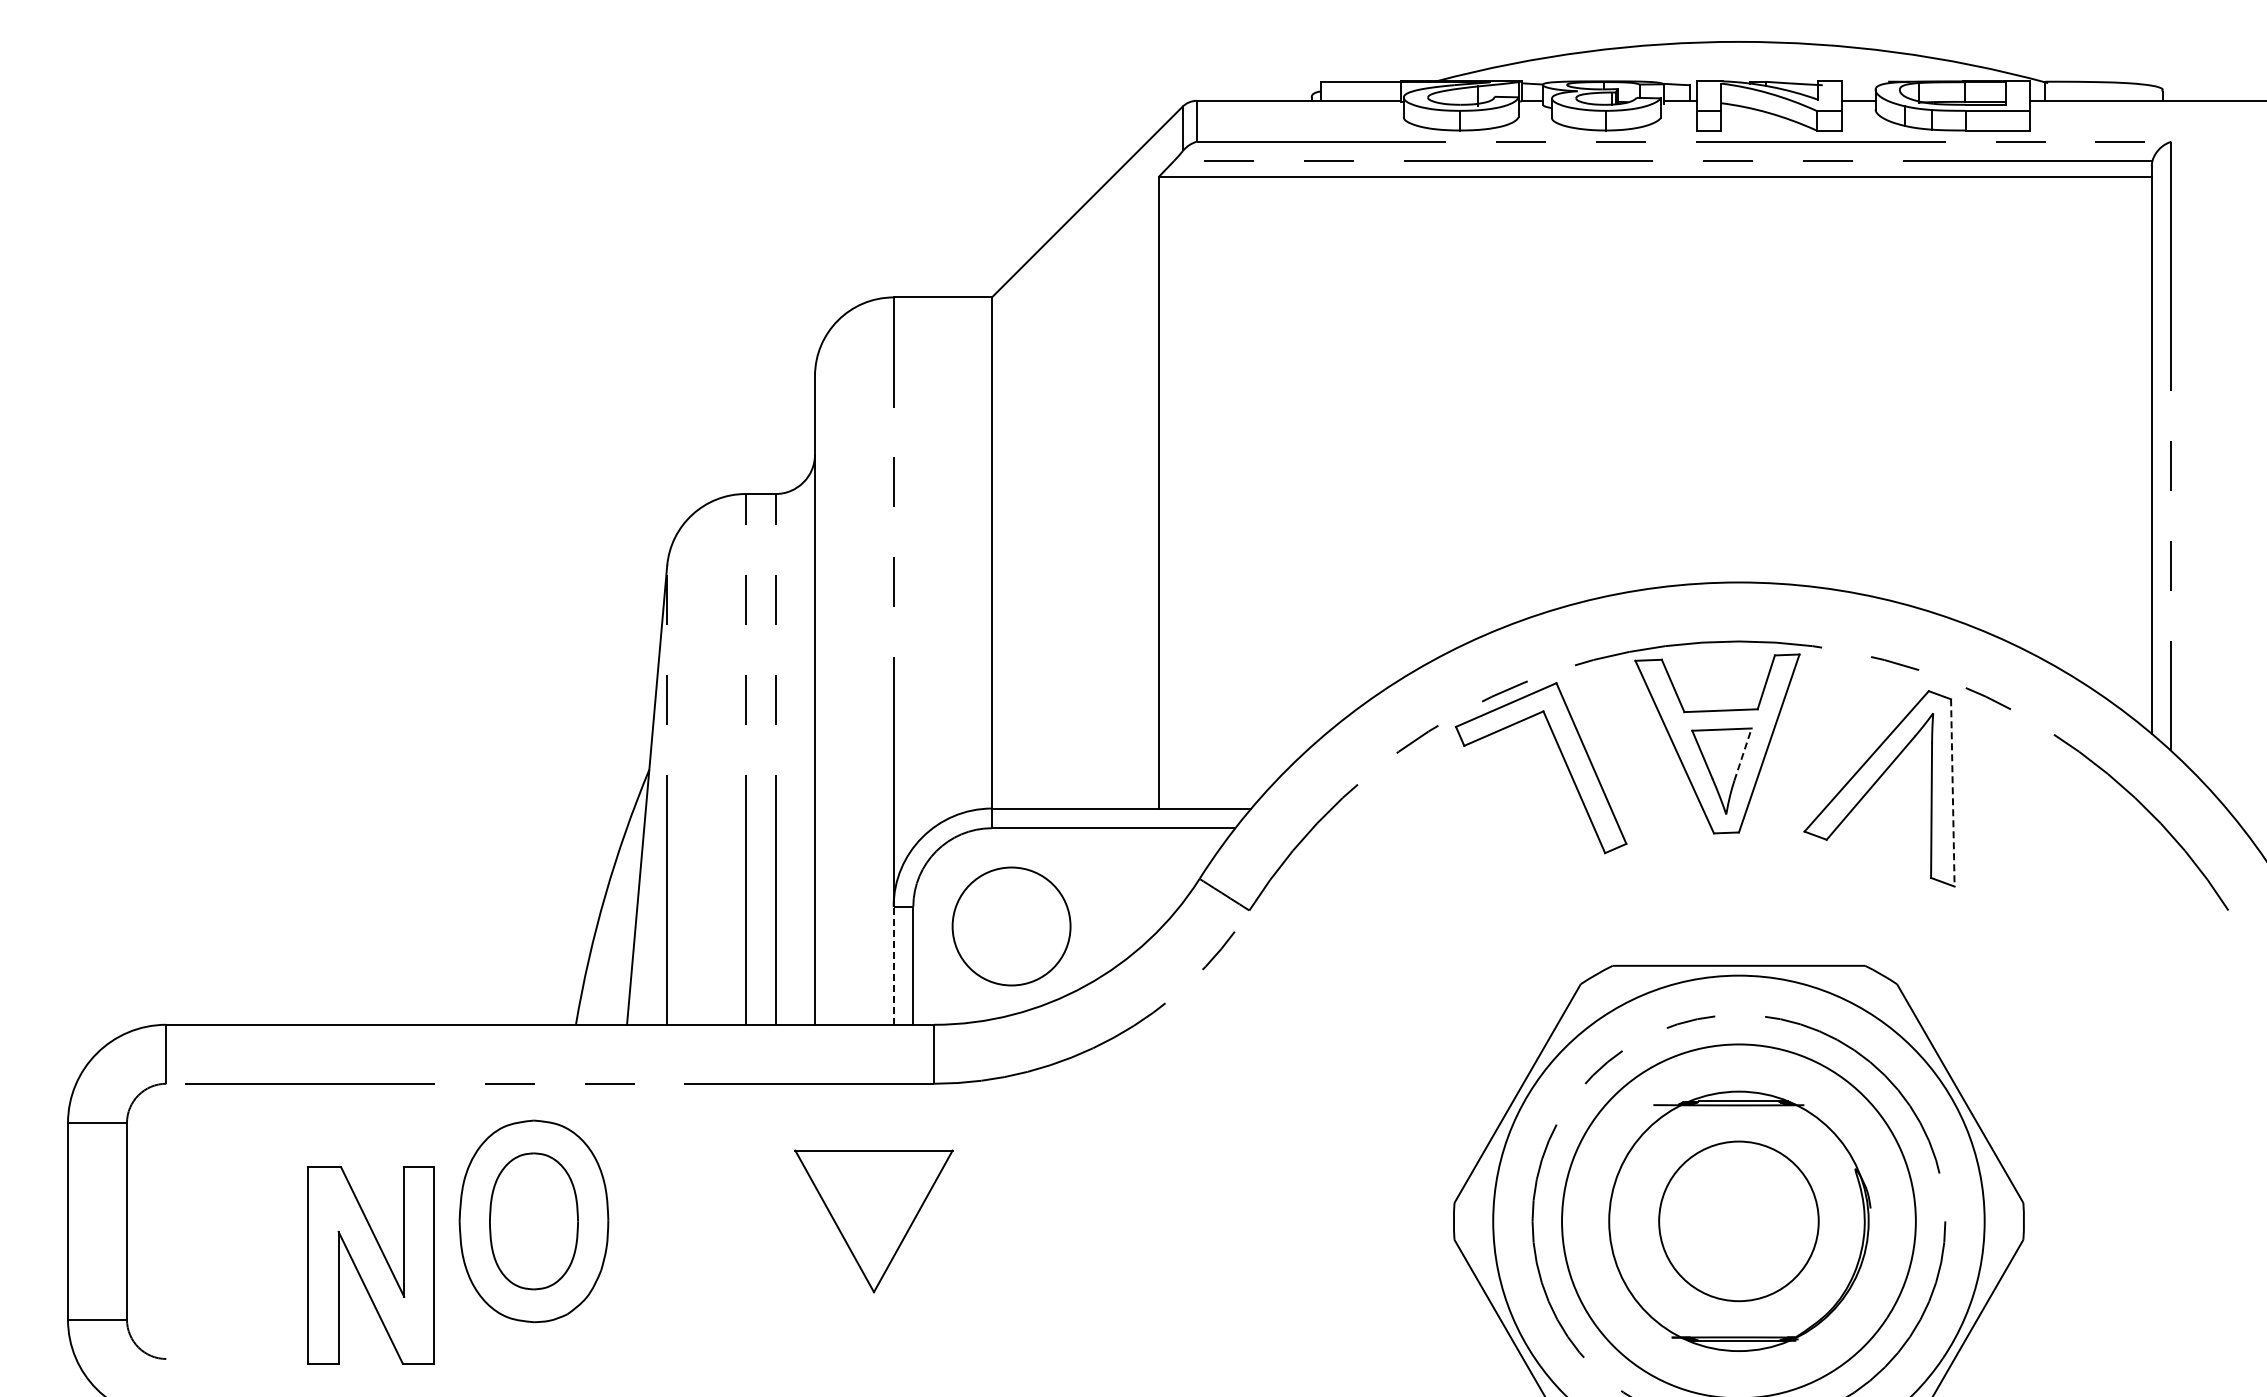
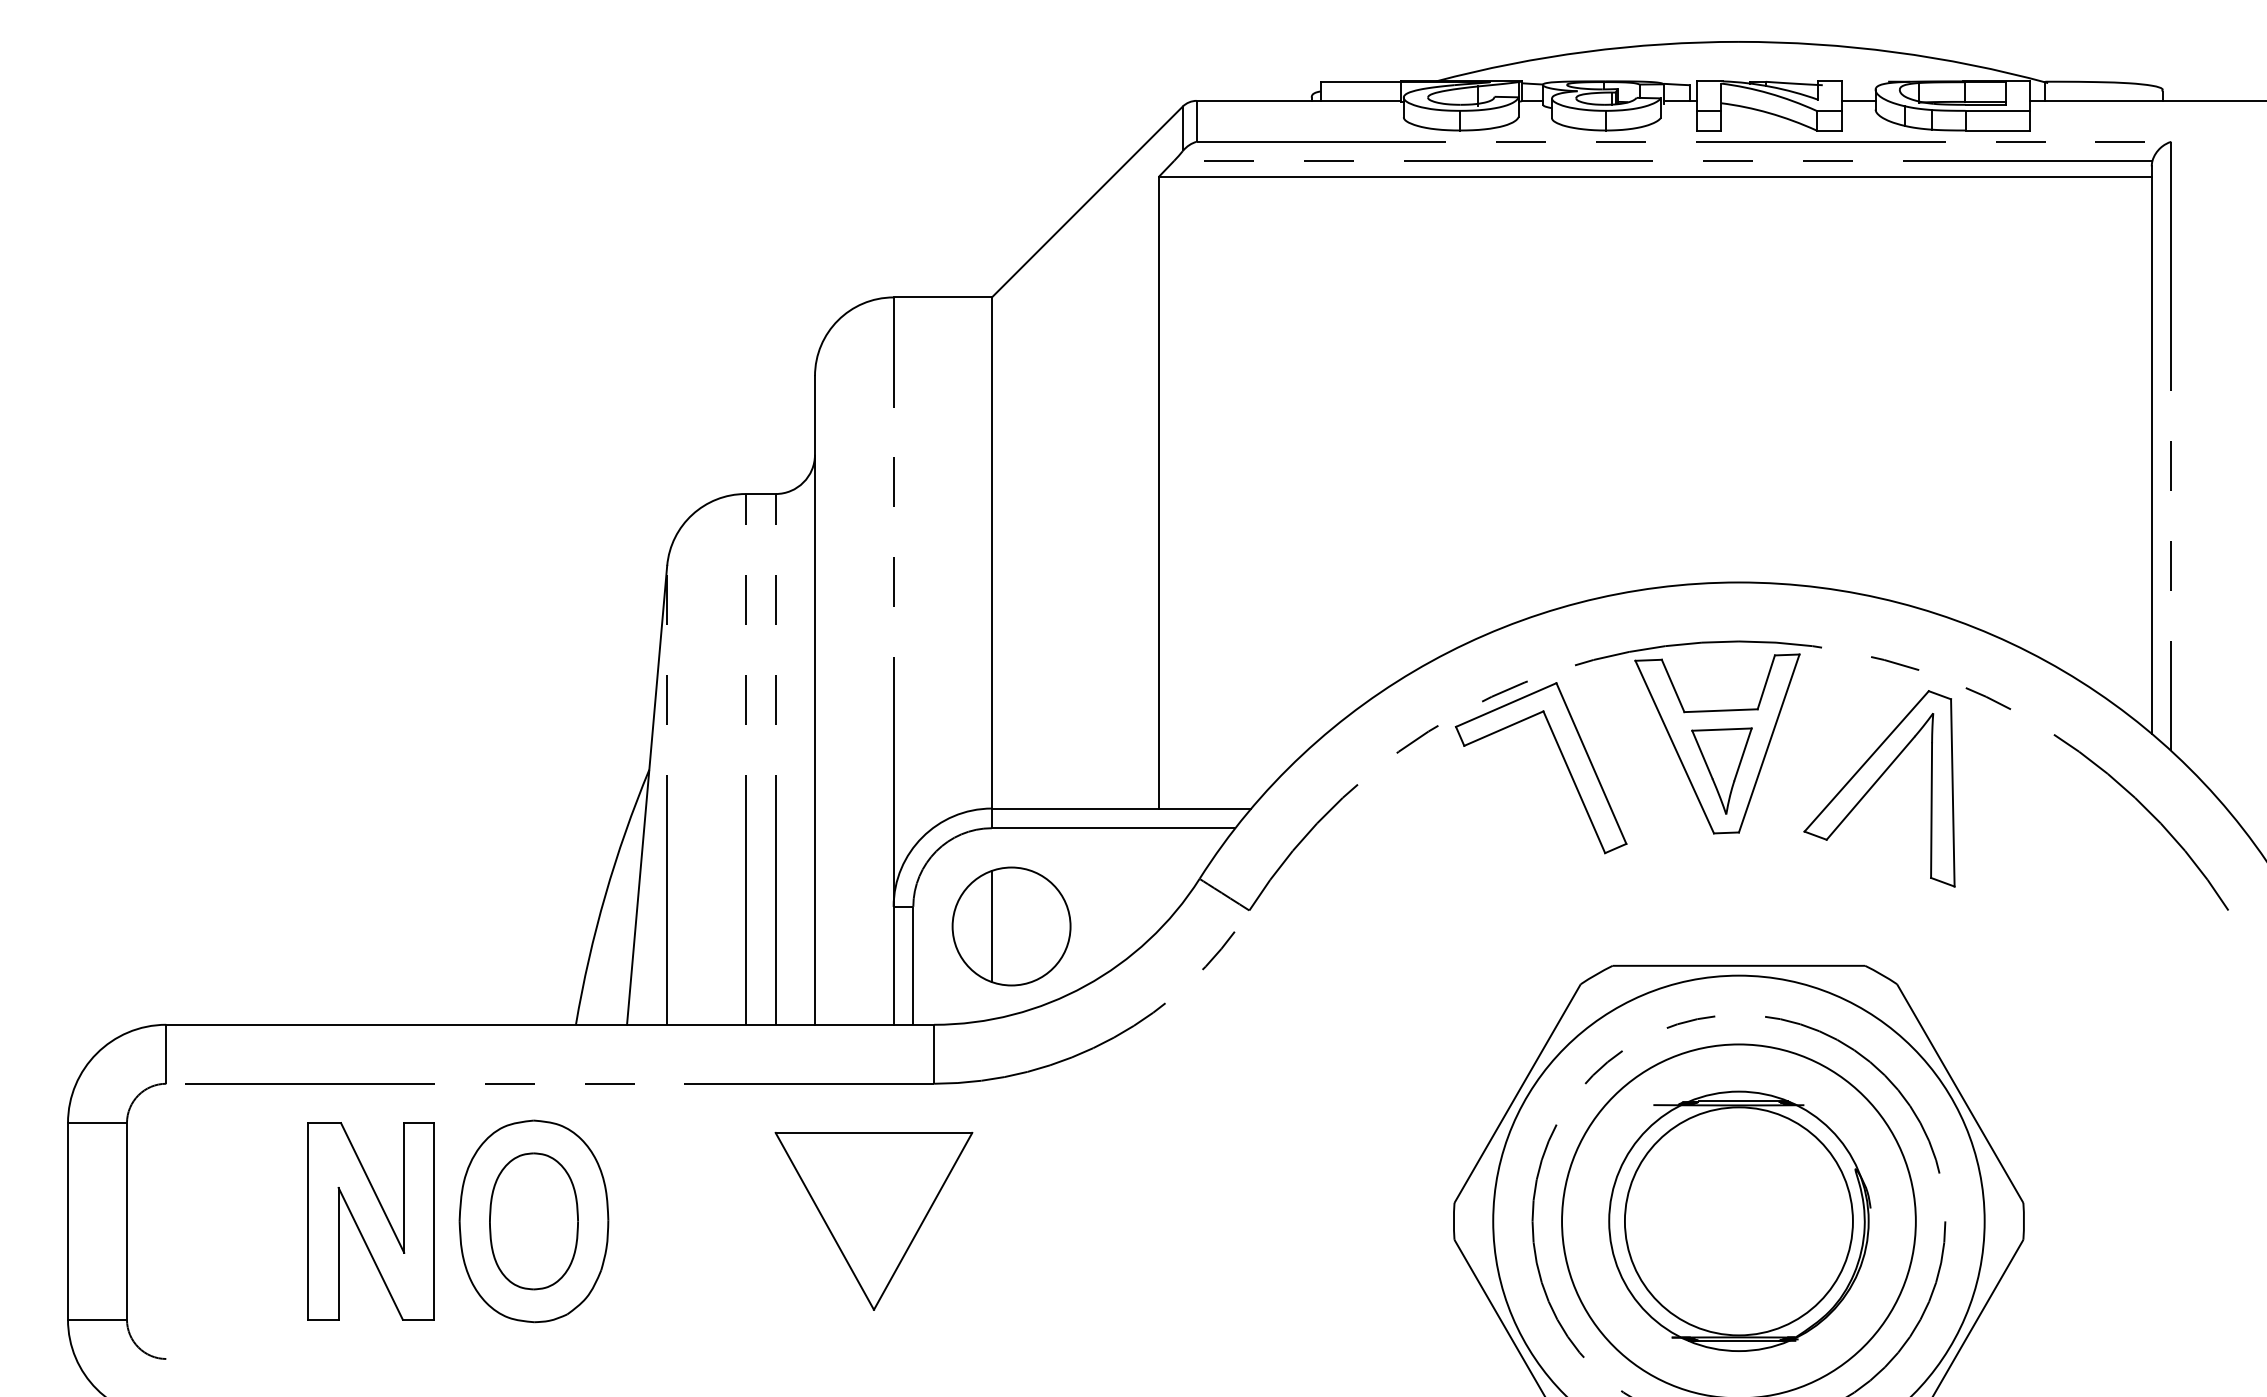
line at (1743, 754): dashed -> solid
line at (1952, 792): dashed -> solid
line at (991, 926): none -> present
line at (893, 965): dashed -> solid
part at (873, 1221) size: 160x145 px -> 200x179 px
circle at (1738, 1221) diameter: 160 px -> 228 px
part at (370, 1265) position: (370, 1265) -> (370, 1221)
